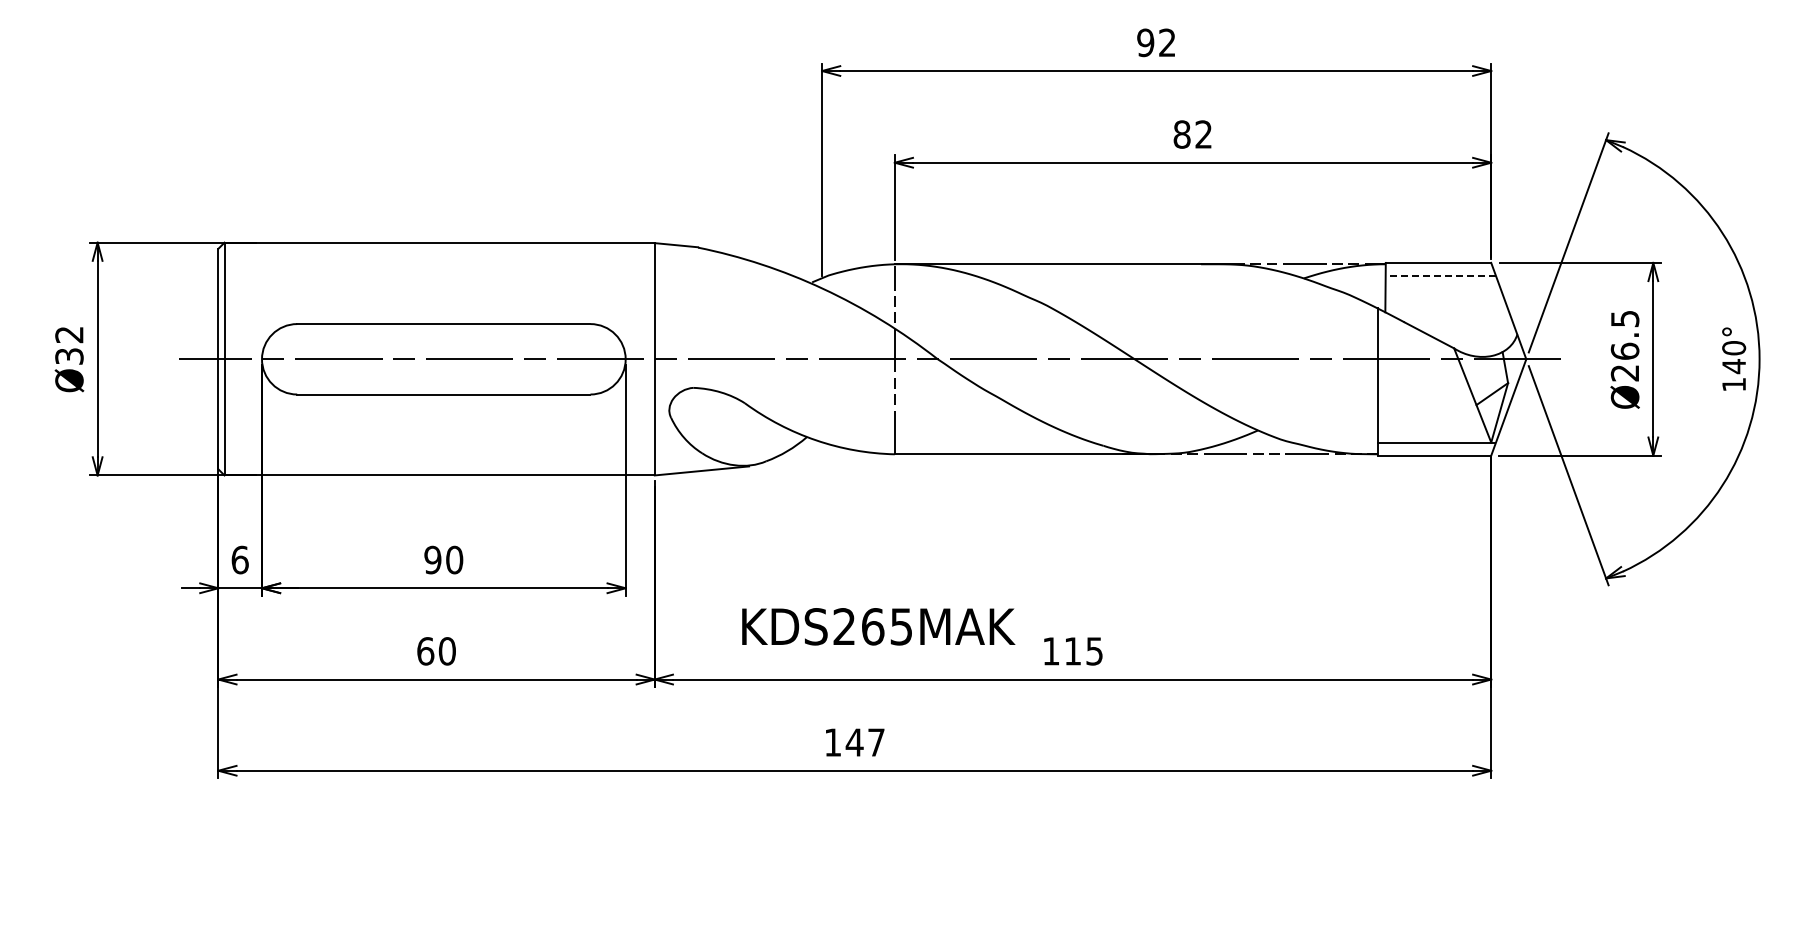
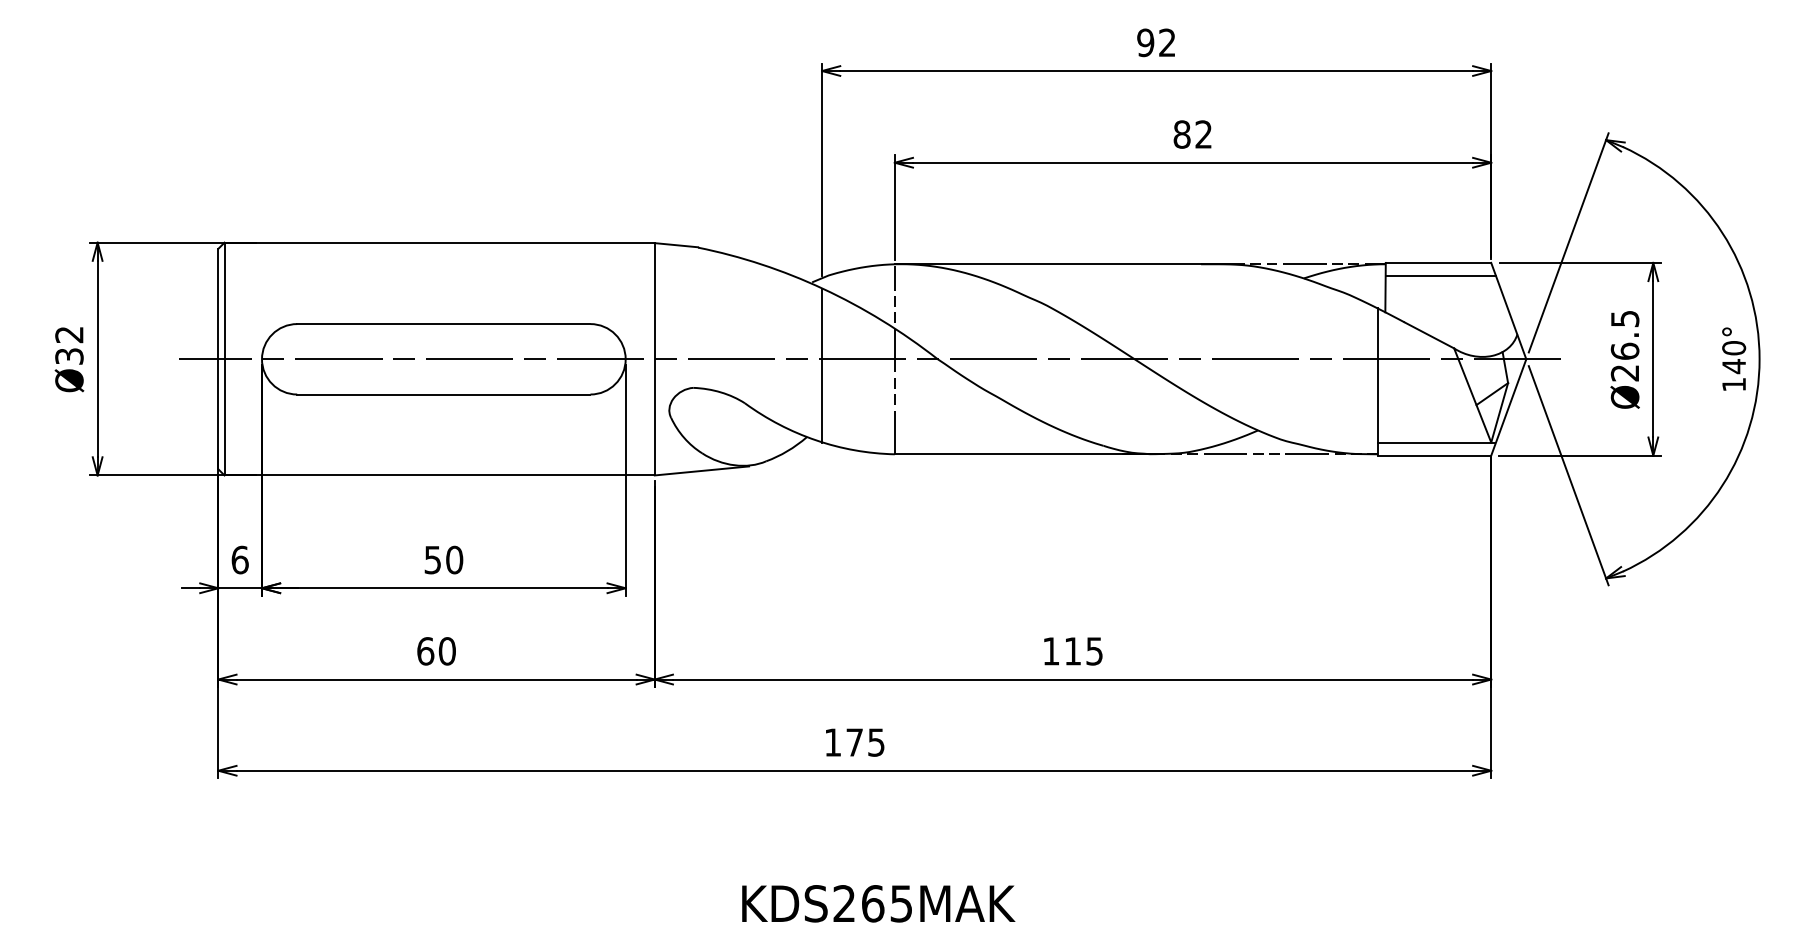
line at (1440, 275): dashed -> solid
line at (822, 366): none -> present
text at (432, 559): 90 -> 50
text at (878, 626) position: (878, 626) -> (878, 903)
text at (864, 742): 147 -> 175
